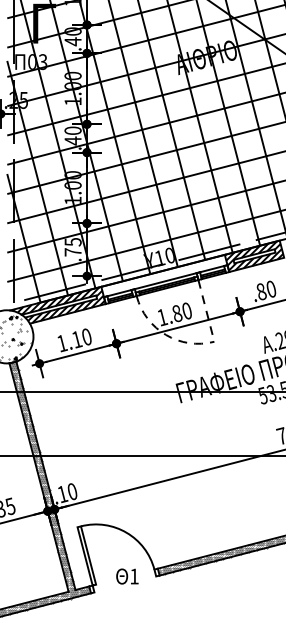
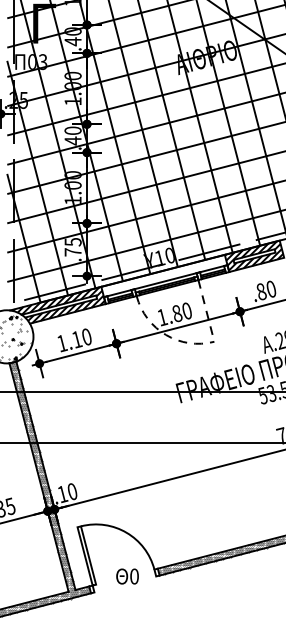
line at (142, 456) position: (142, 456) -> (142, 443)
text at (134, 576): 1 -> 0
